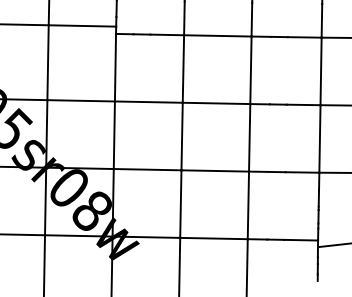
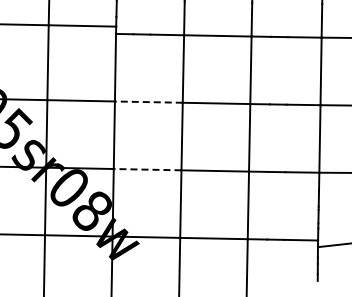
line at (148, 102): solid -> dashed
line at (147, 169): solid -> dashed
